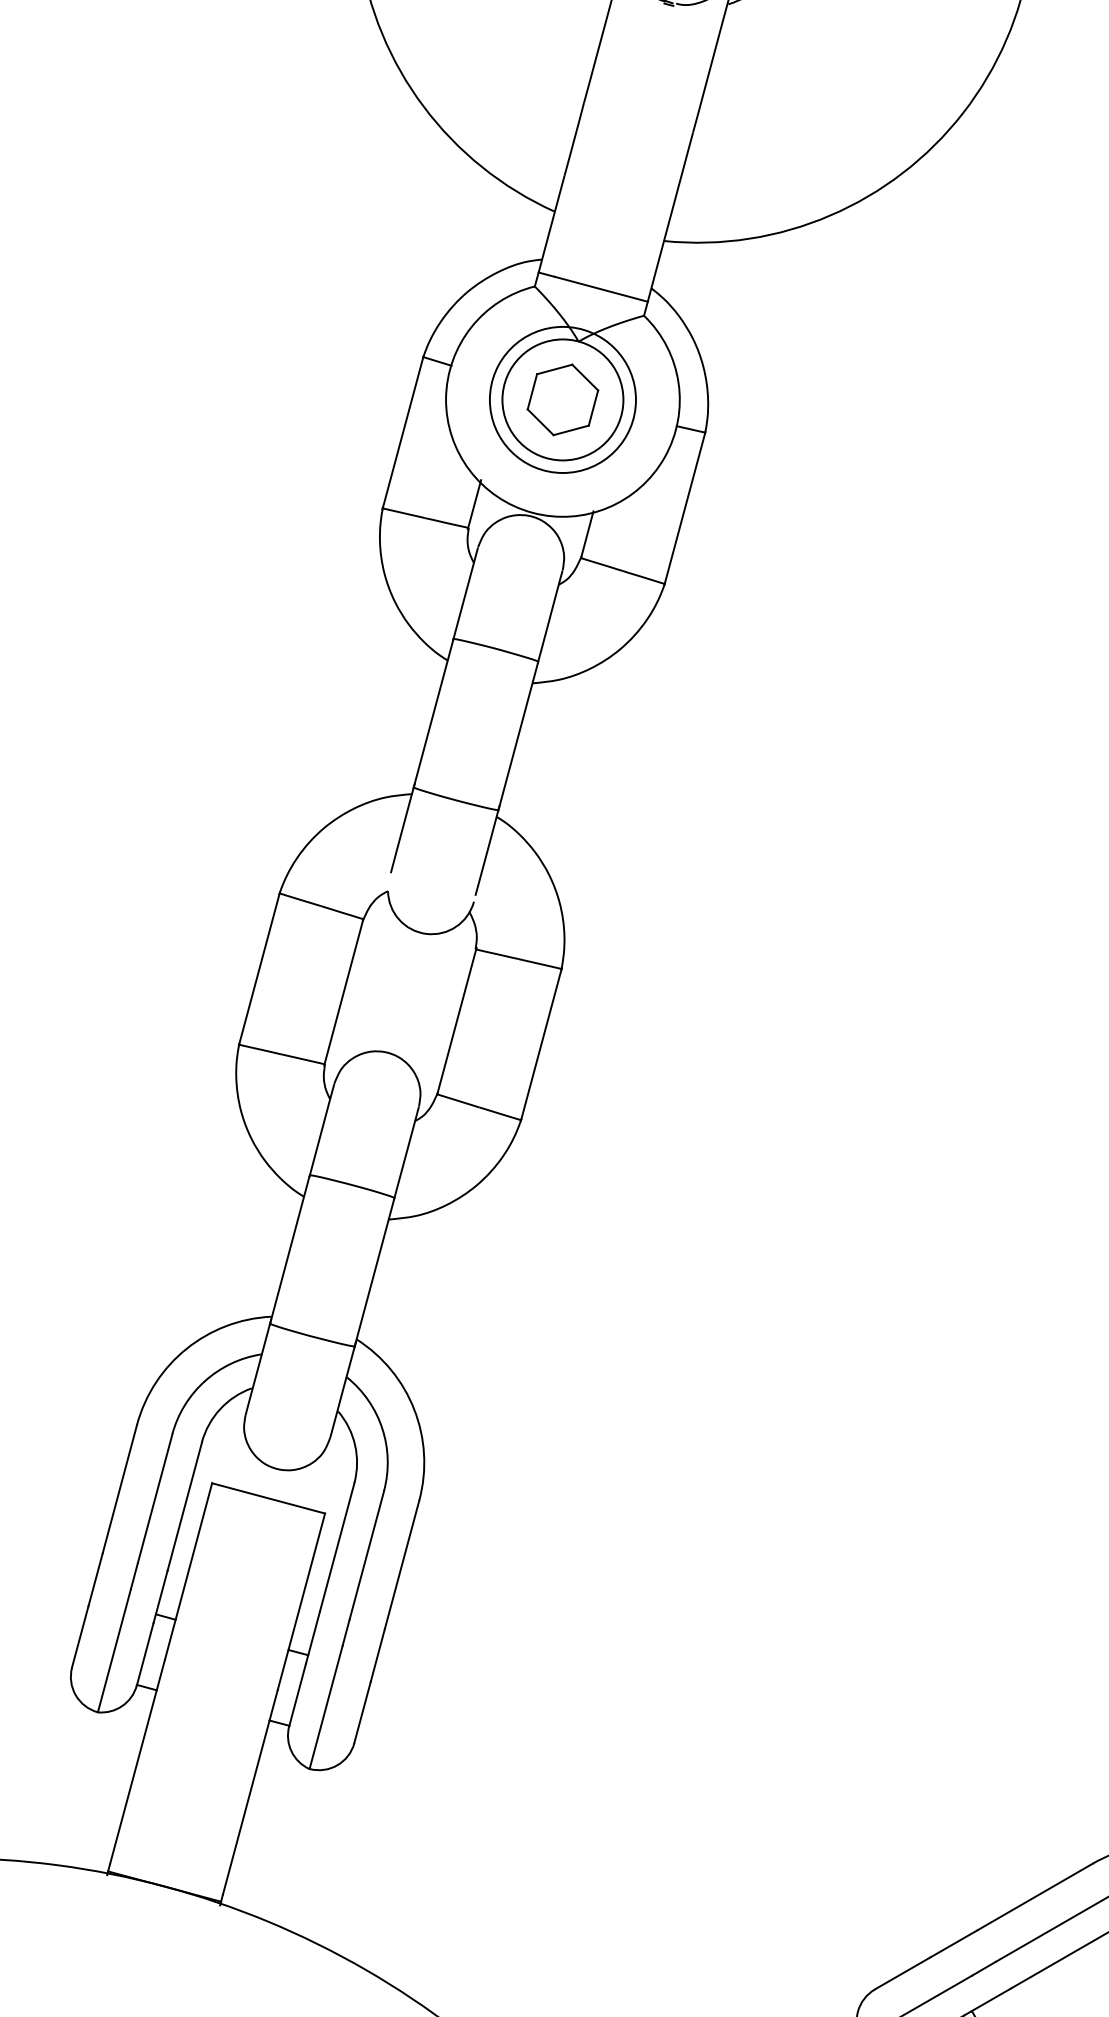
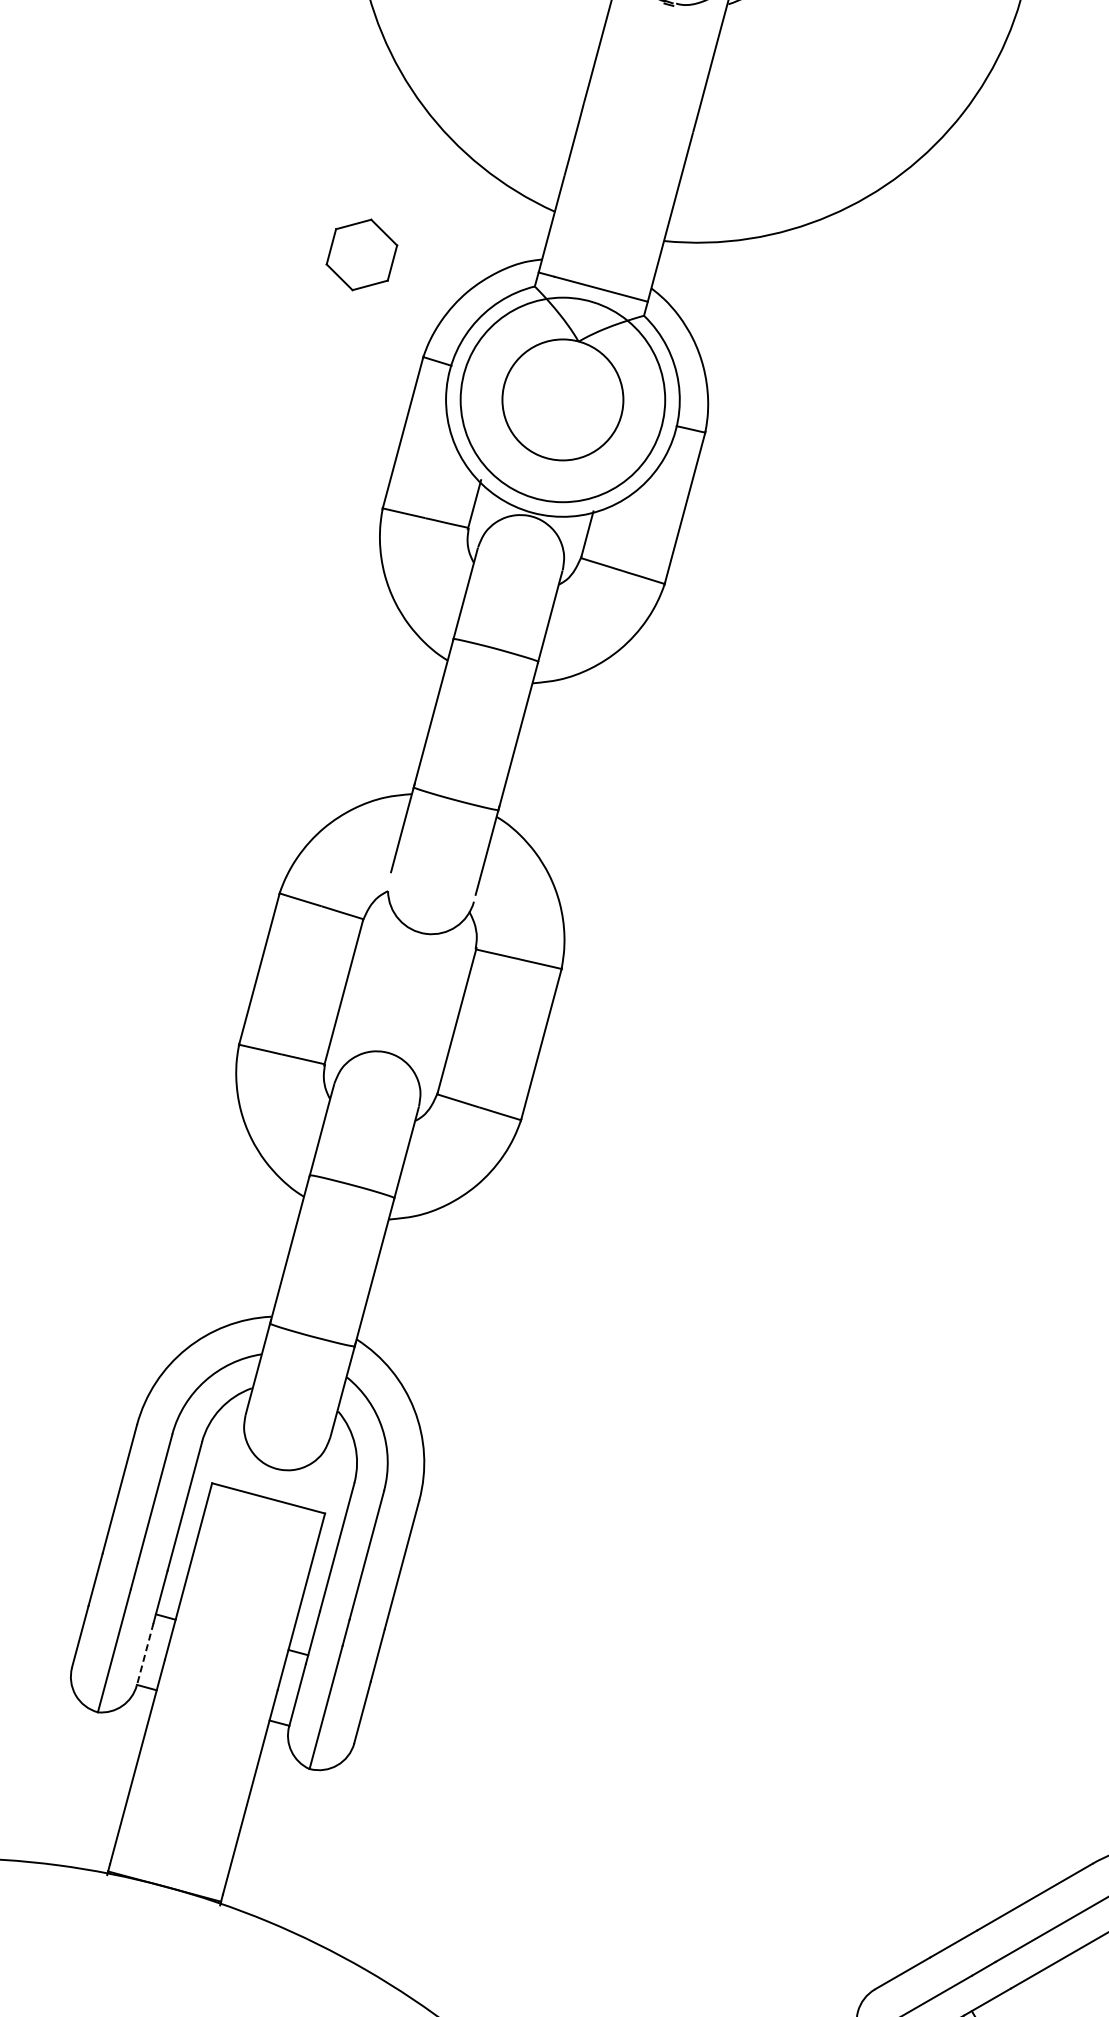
circle at (562, 399) diameter: 146 px -> 205 px
part at (562, 399) position: (562, 399) -> (361, 254)
line at (145, 1654): solid -> dashed
